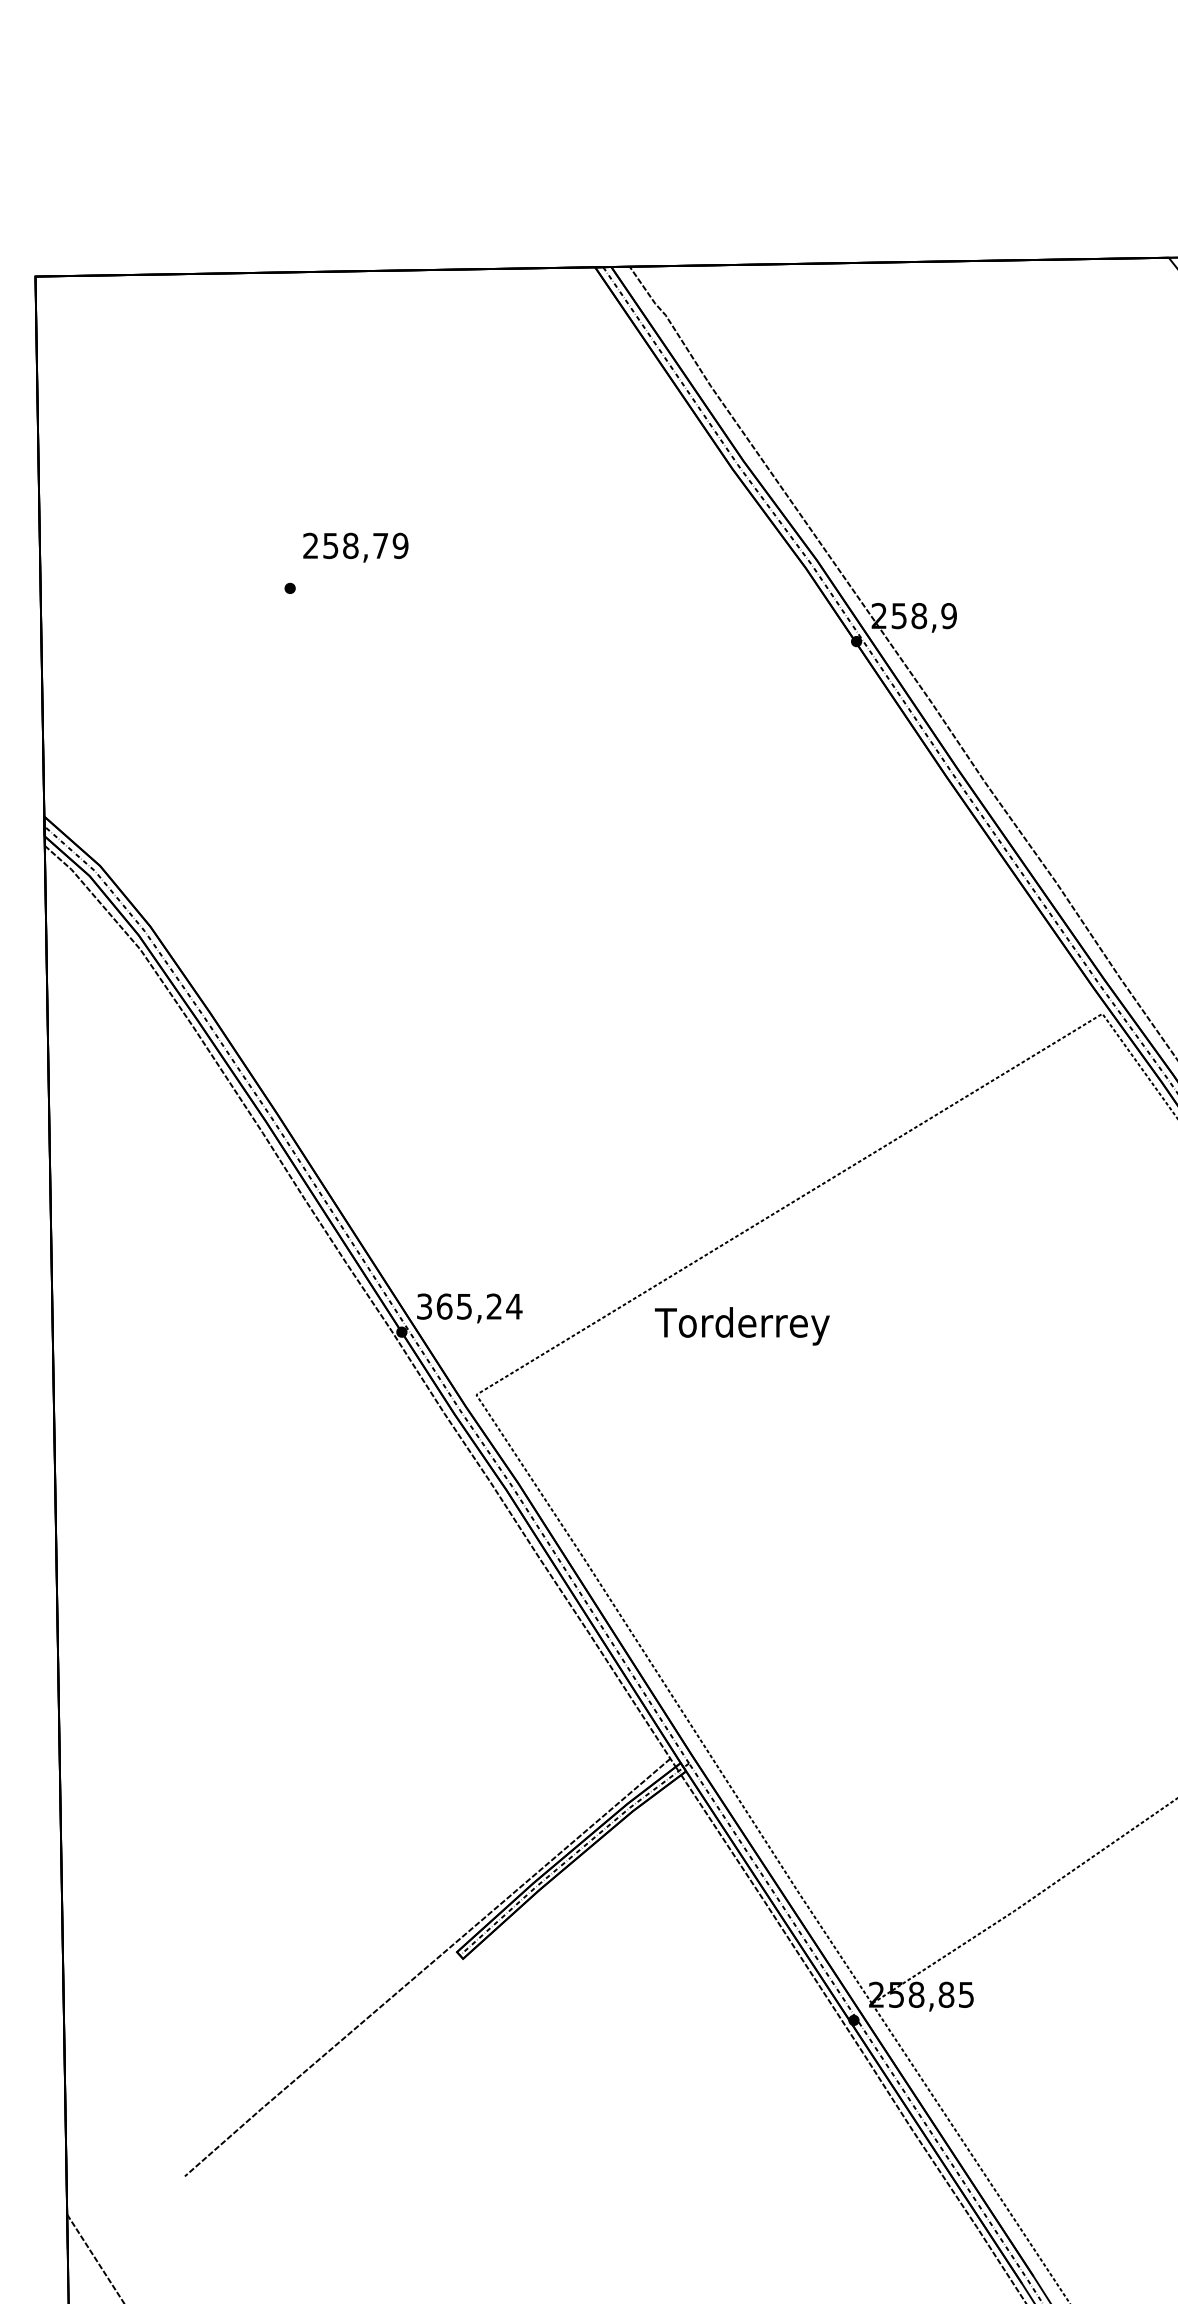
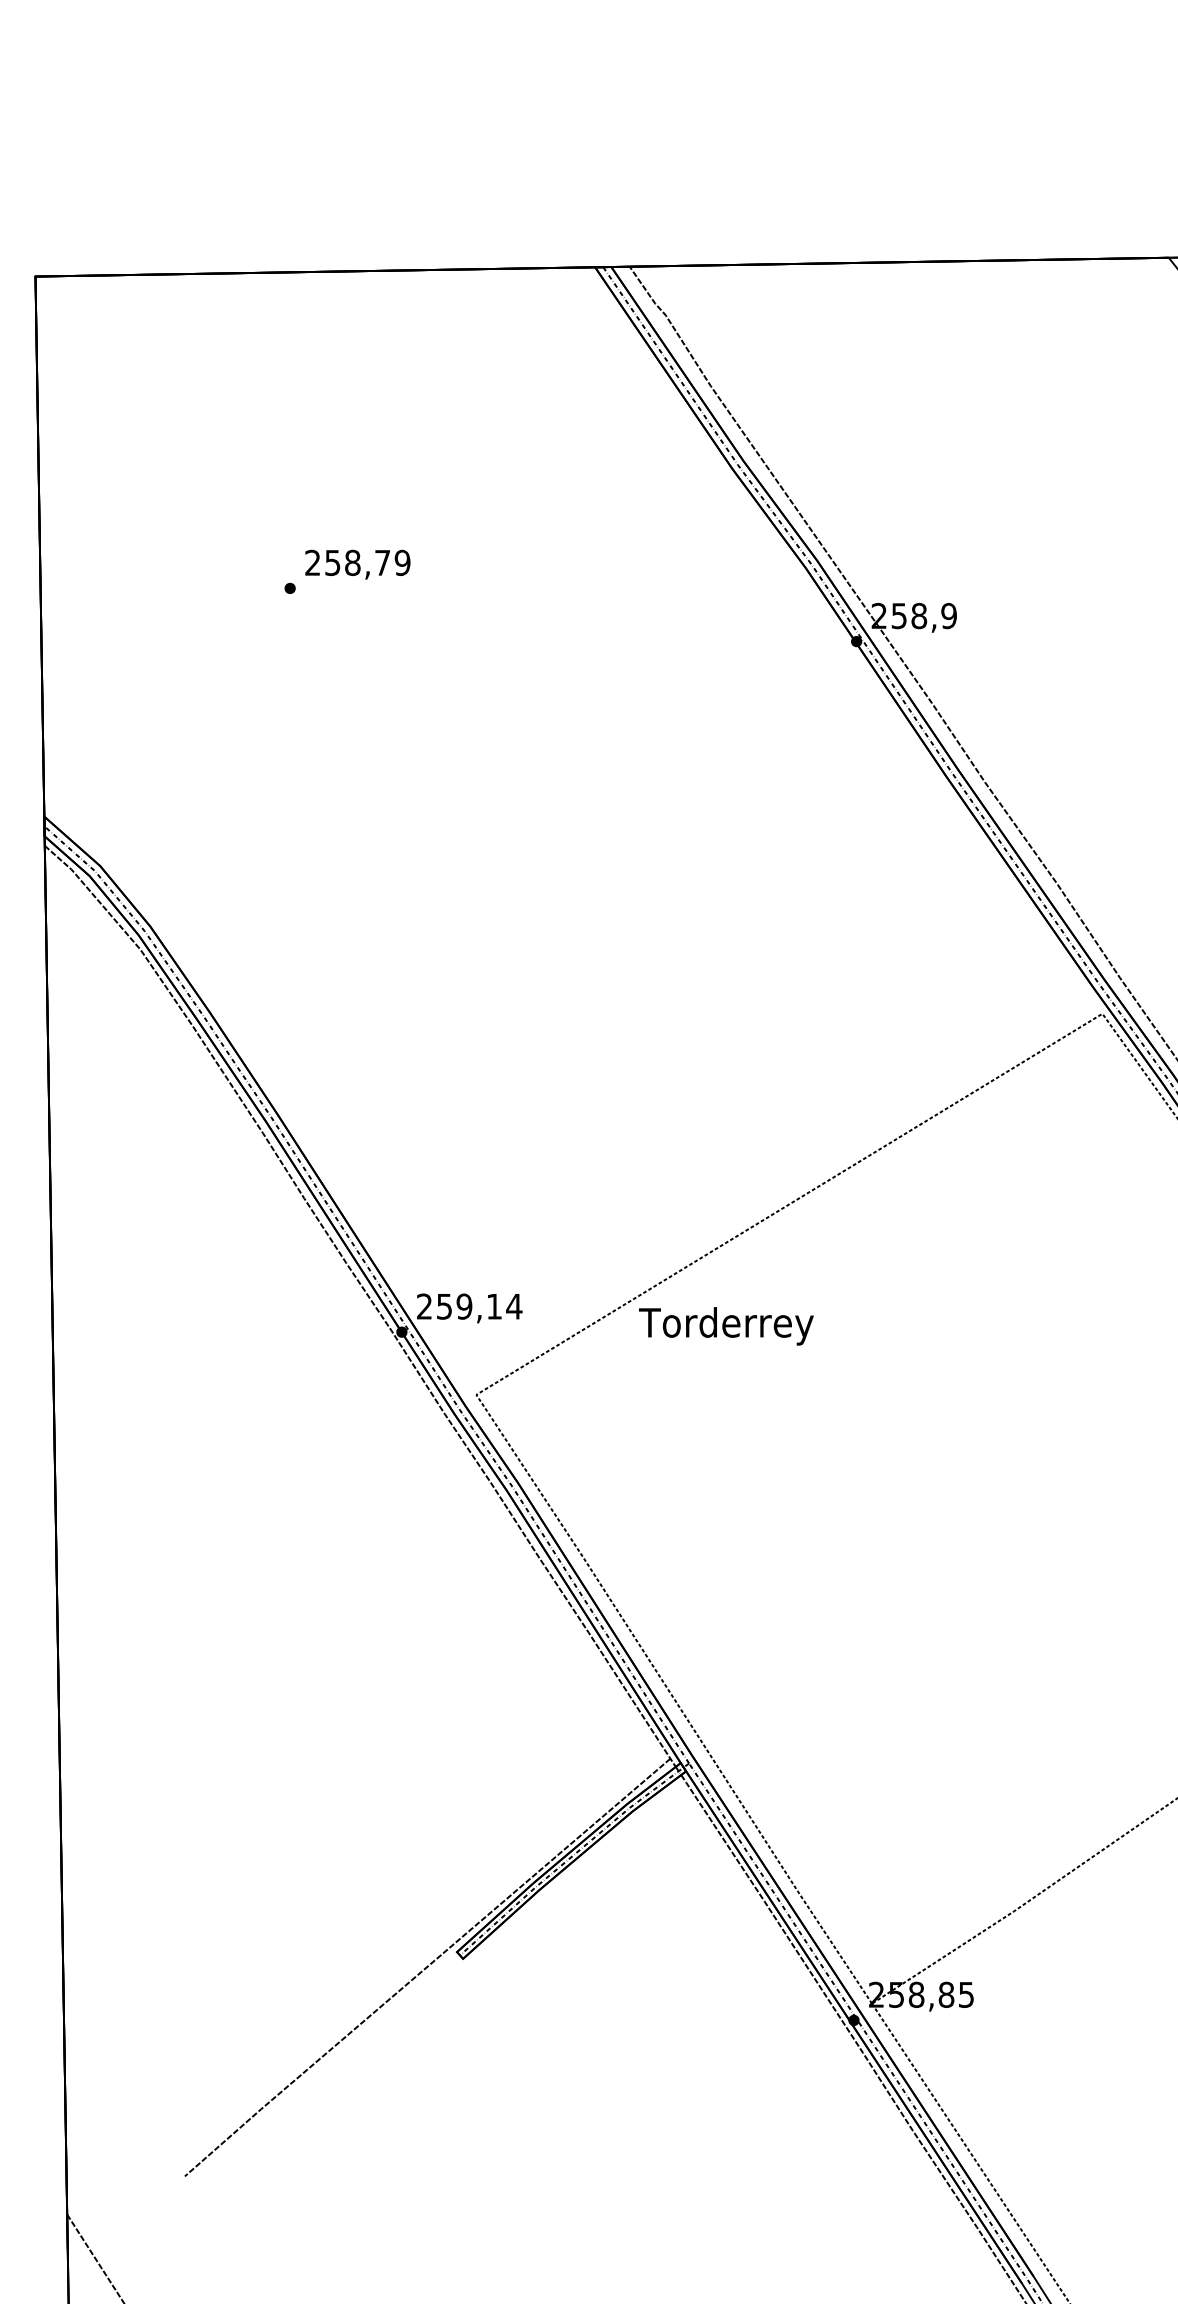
text at (355, 547) position: (355, 547) -> (357, 564)
text at (459, 1306): 365,24 -> 259,14
text at (742, 1326) position: (742, 1326) -> (726, 1326)
